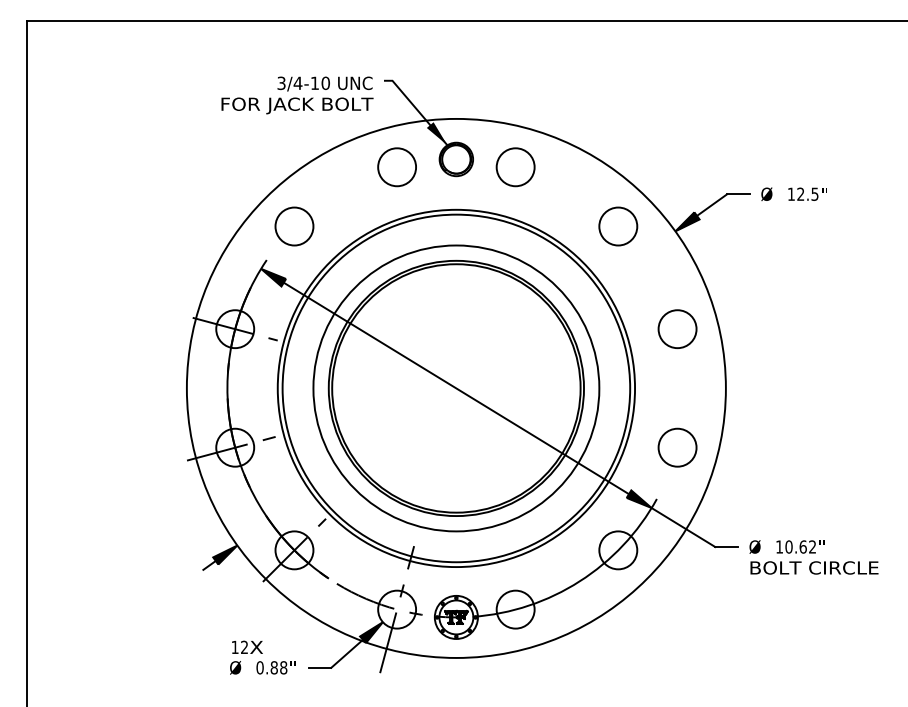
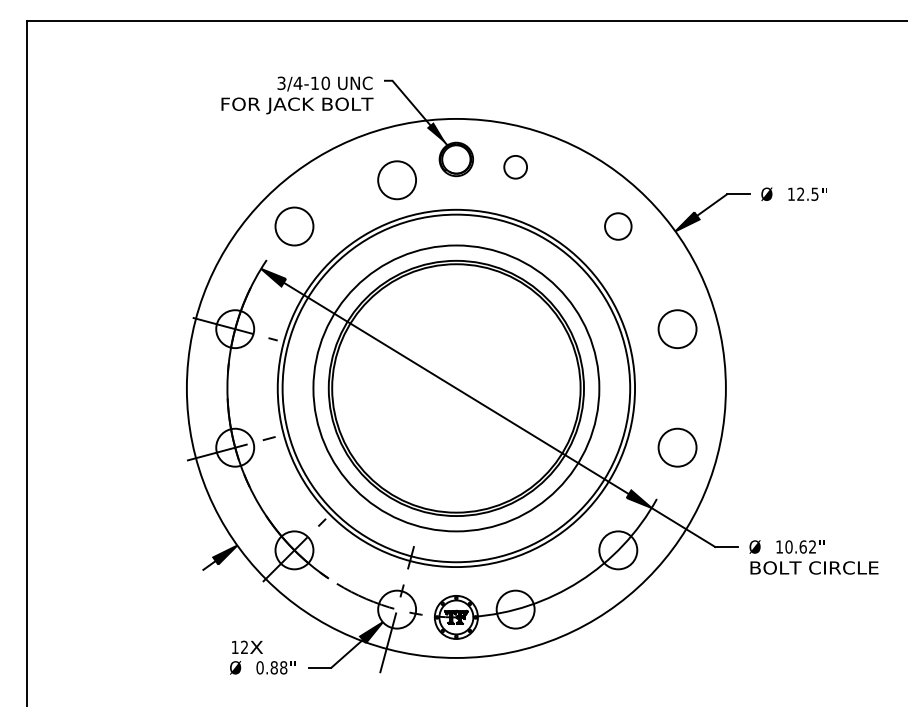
circle at (396, 167) position: (396, 167) -> (396, 180)
circle at (515, 167) diameter: 38 px -> 23 px
circle at (618, 226) diameter: 38 px -> 27 px
